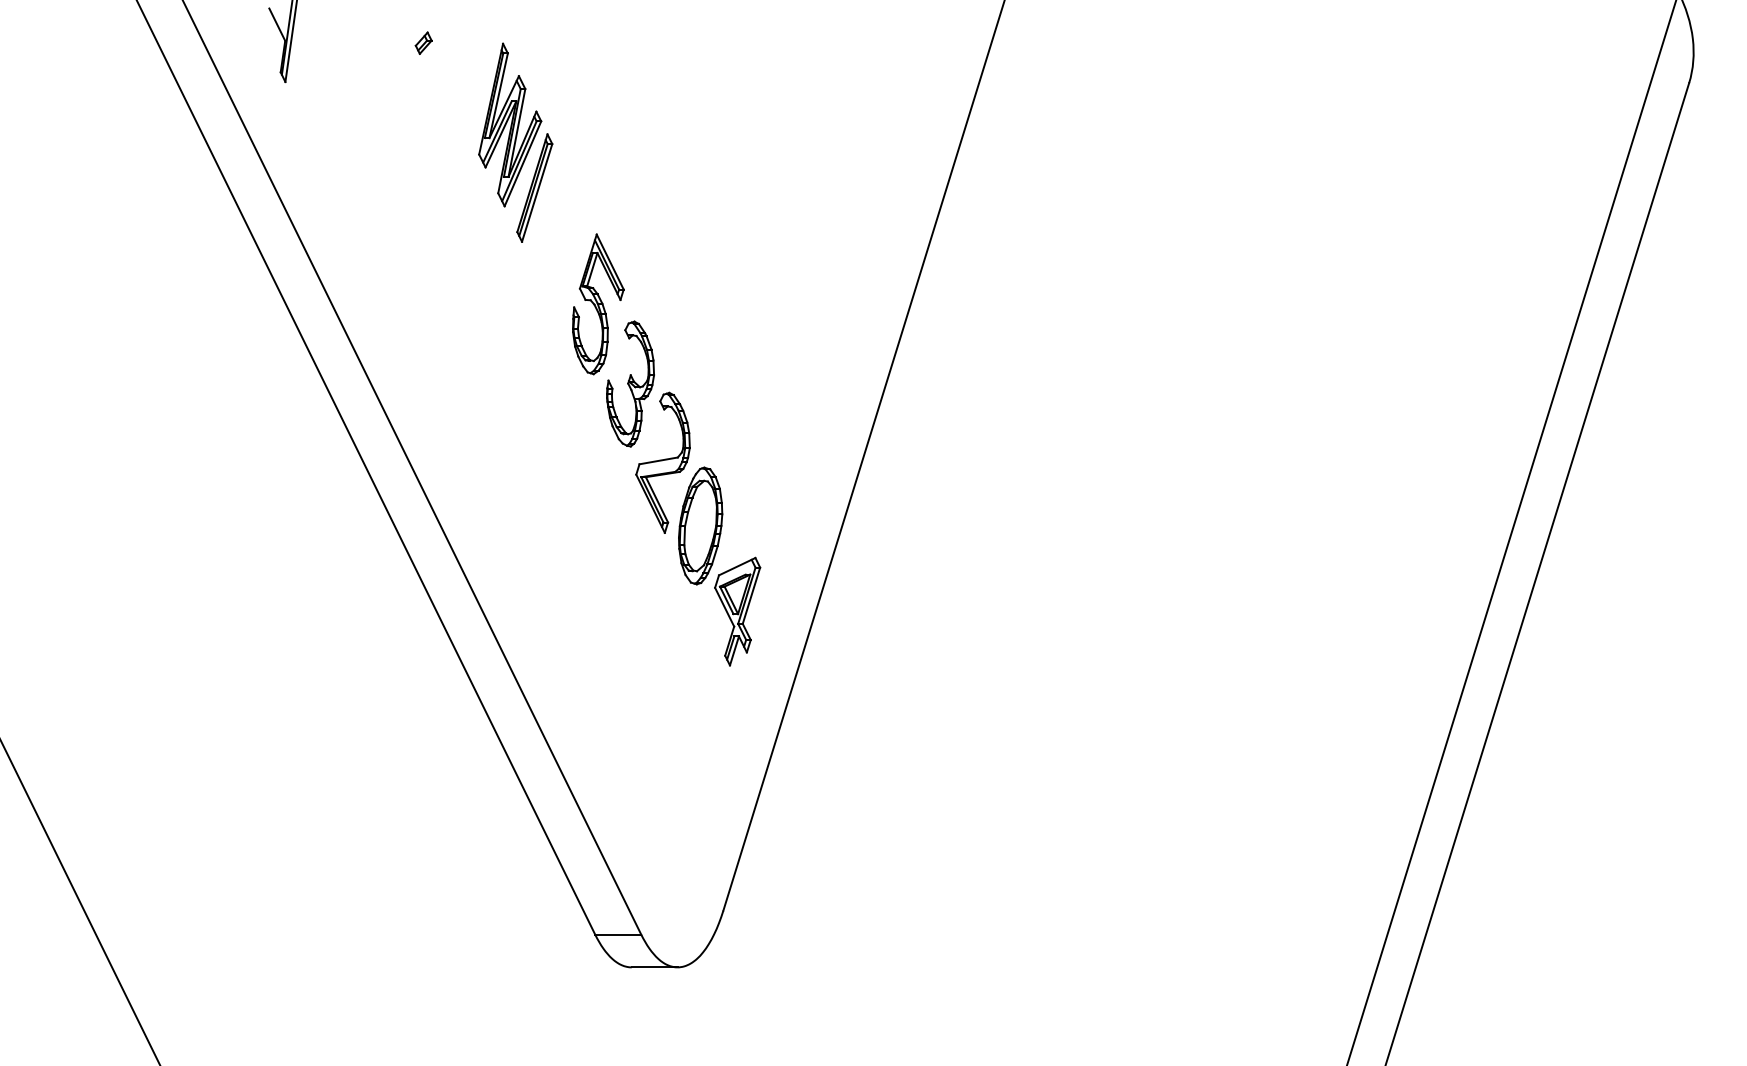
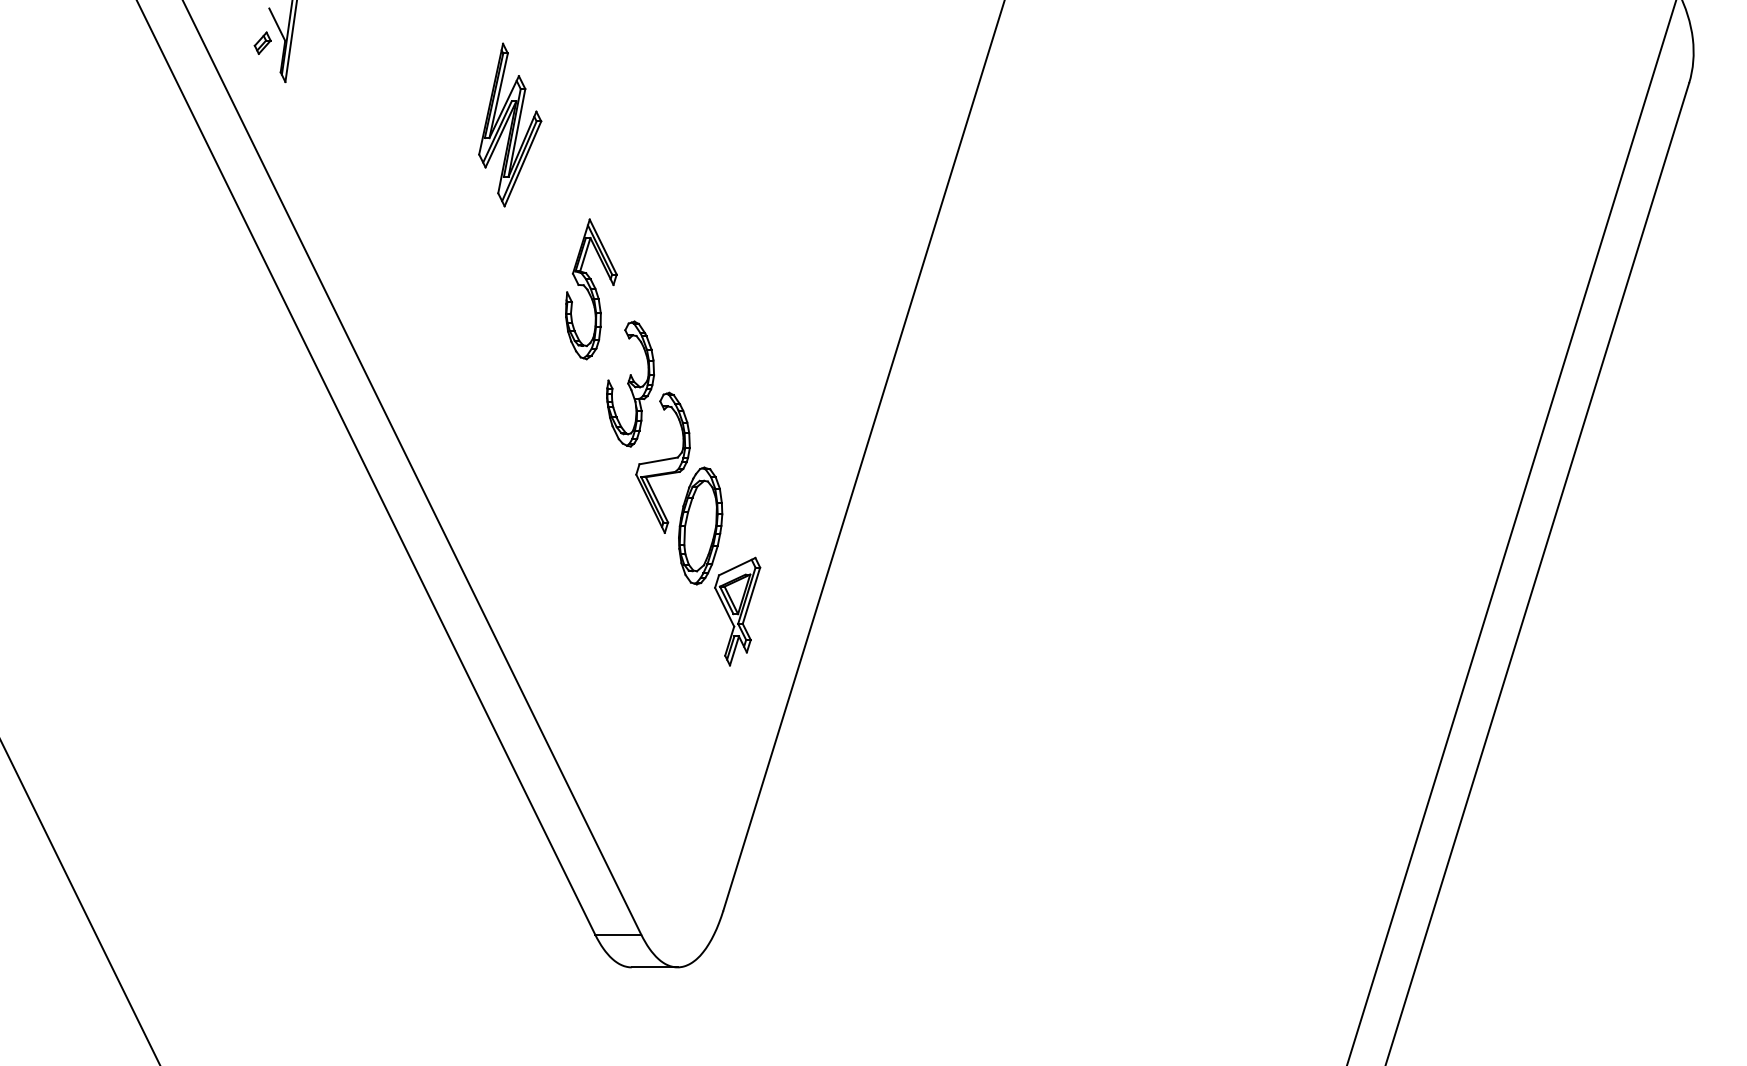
part at (423, 42) position: (423, 42) -> (262, 42)
part at (534, 187): present -> none
part at (598, 304) position: (598, 304) -> (591, 289)
